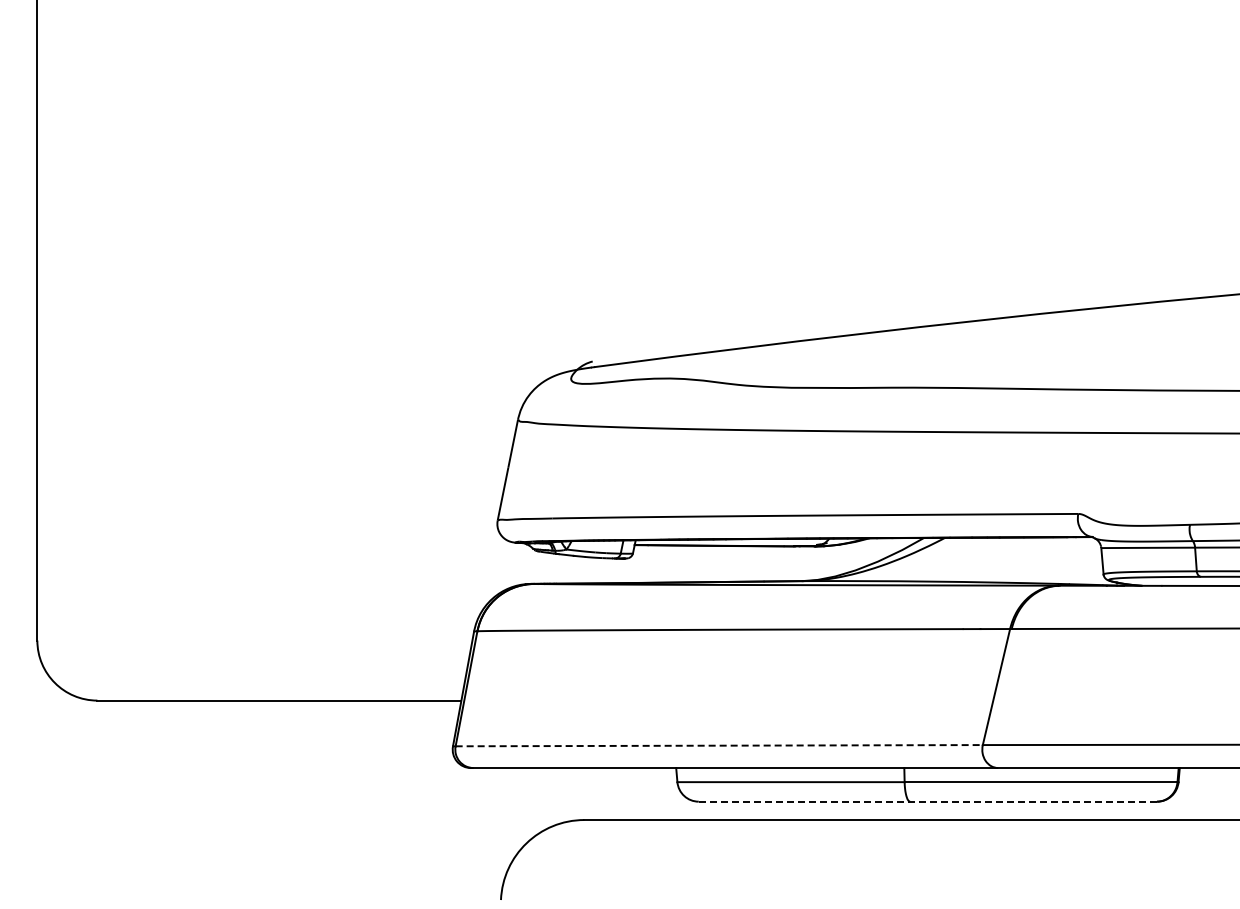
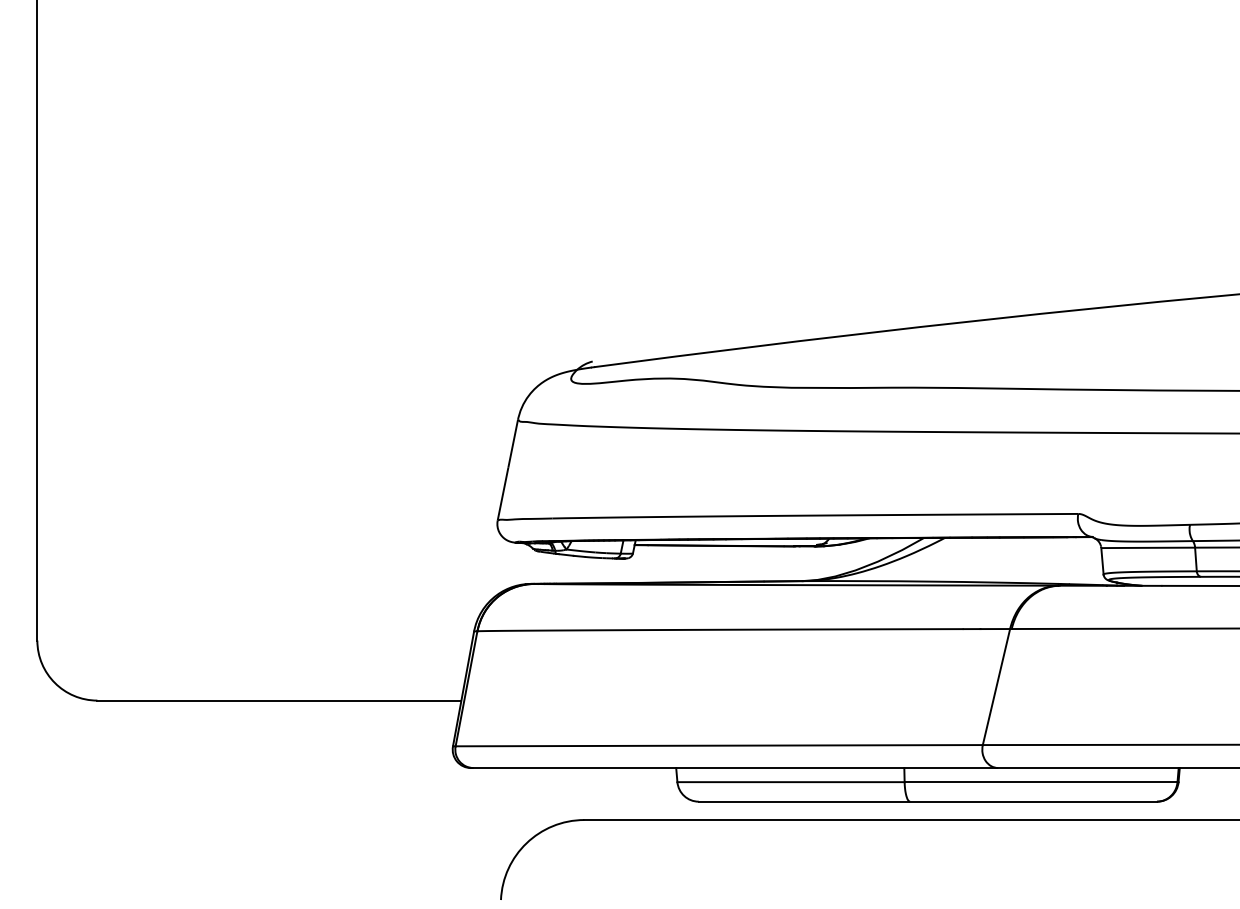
line at (719, 745): dashed -> solid
line at (928, 801): dashed -> solid
